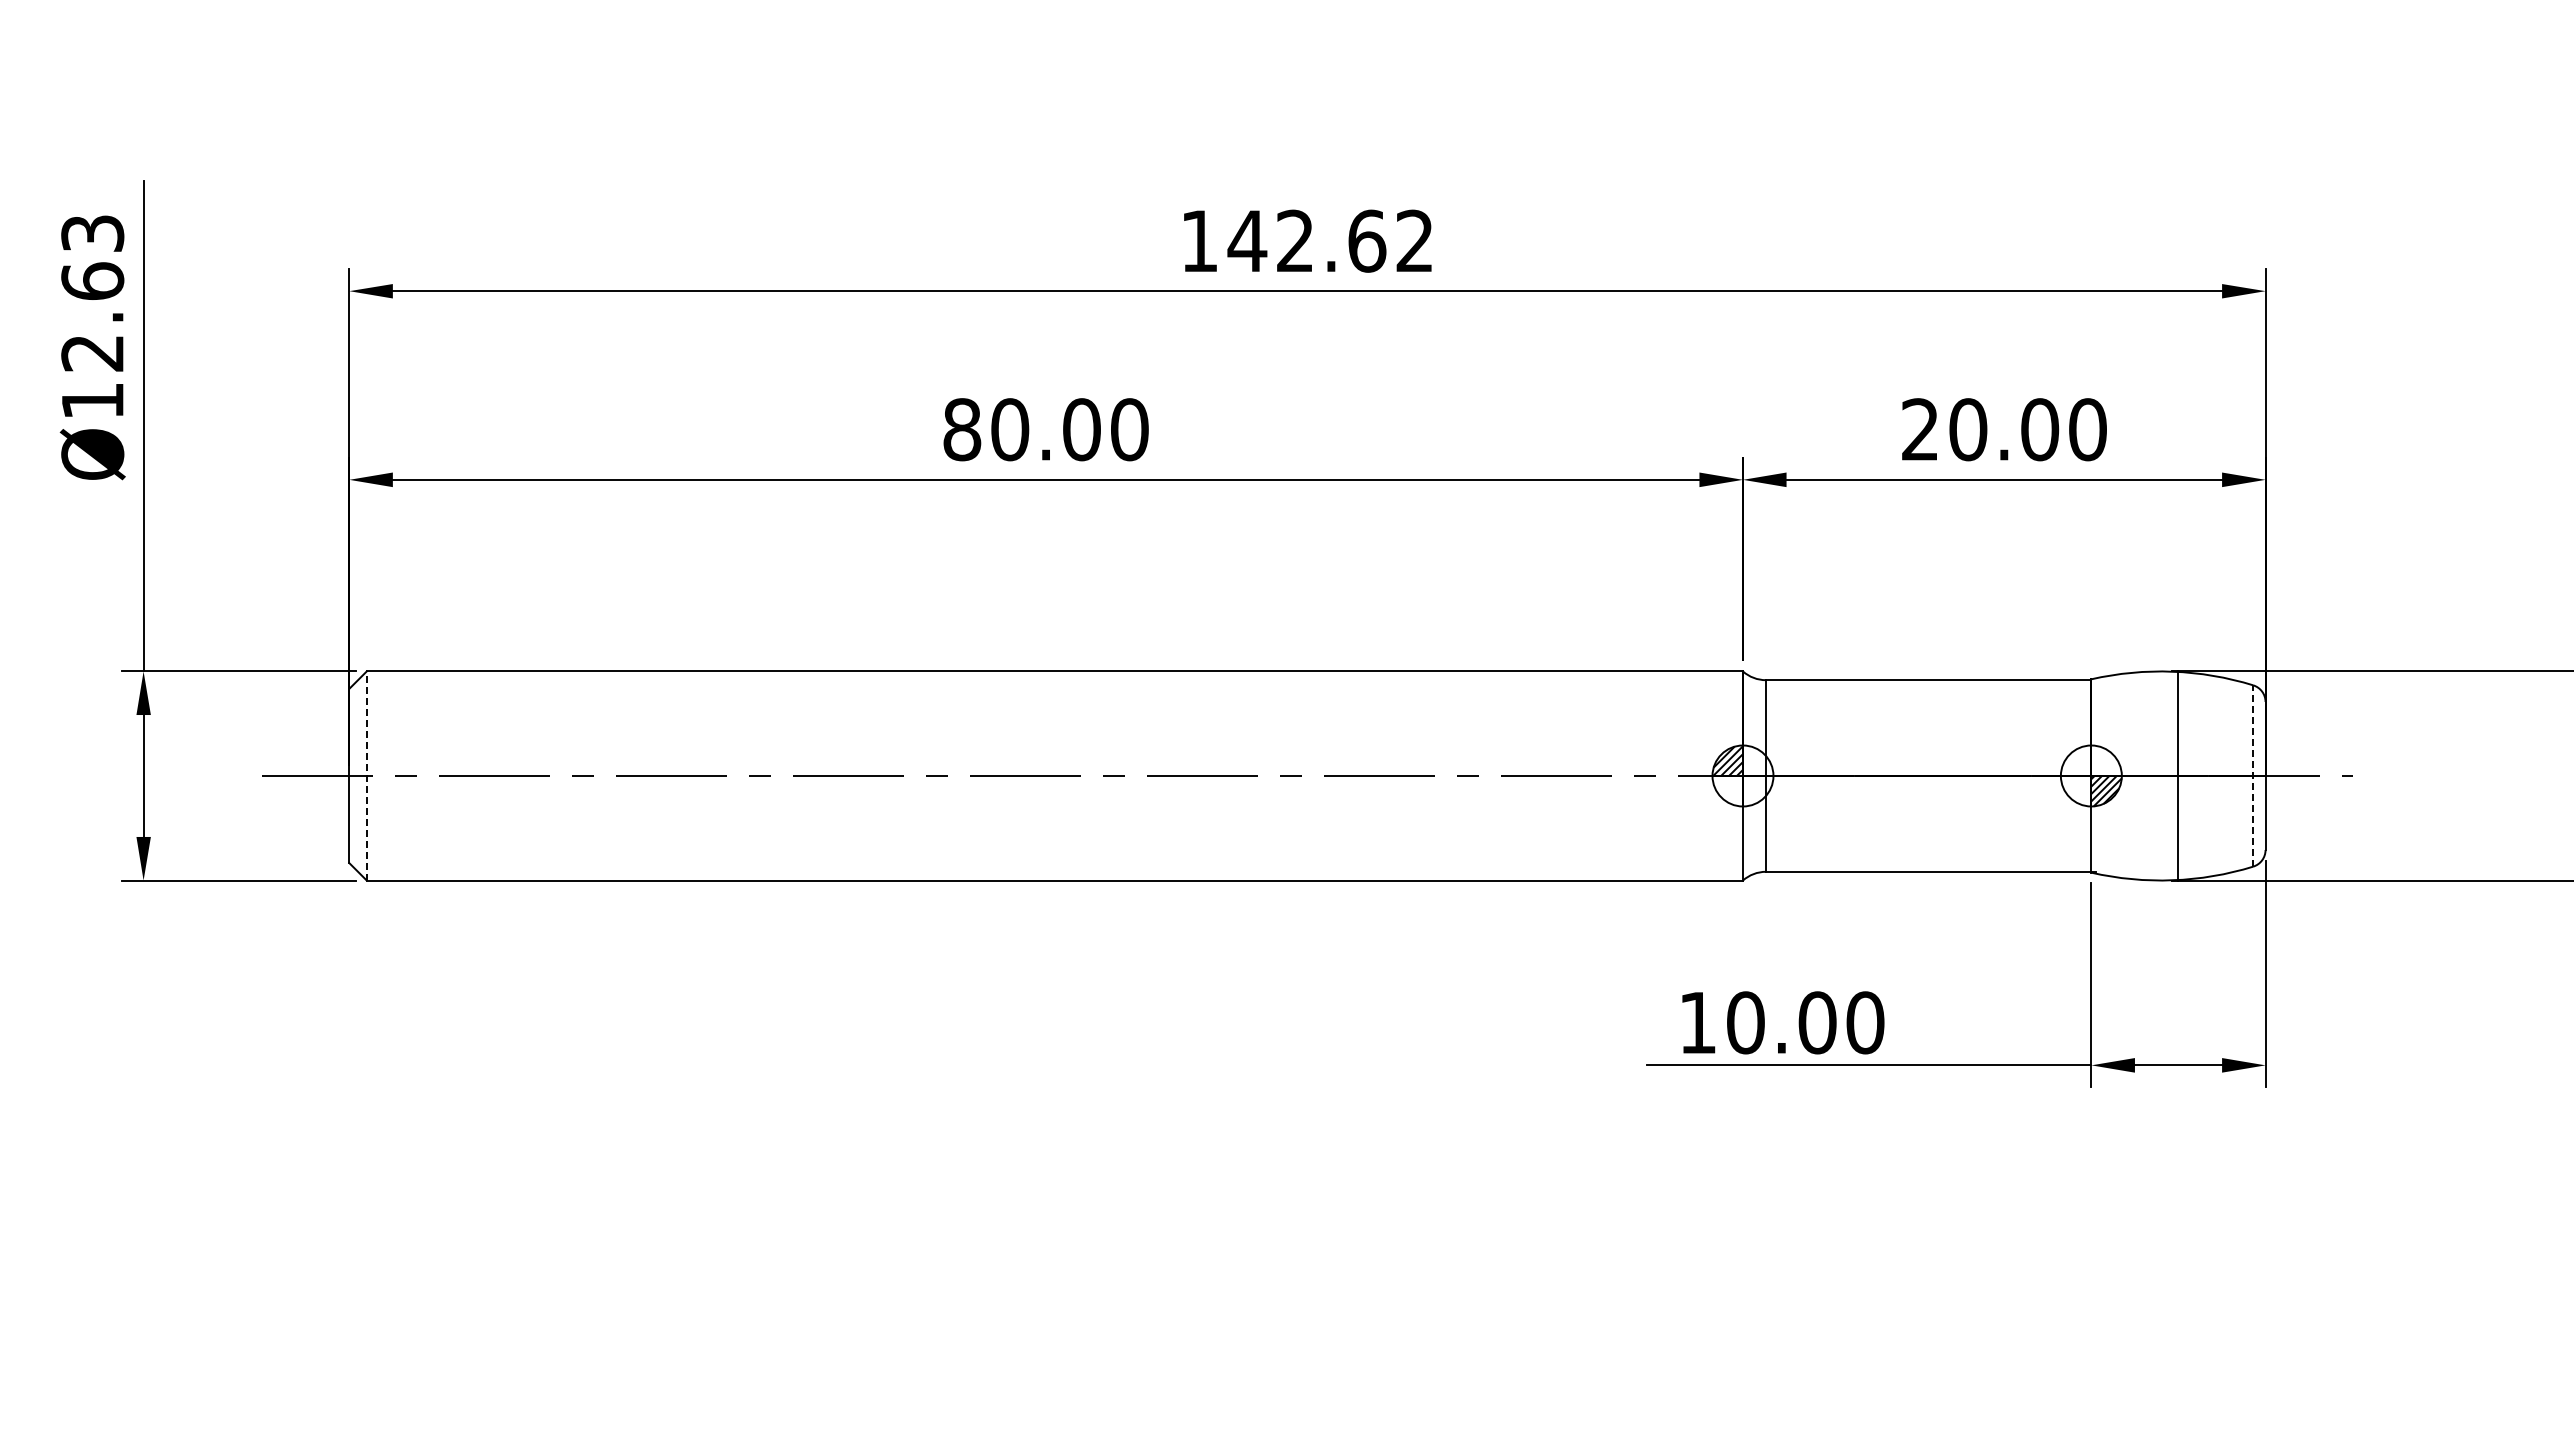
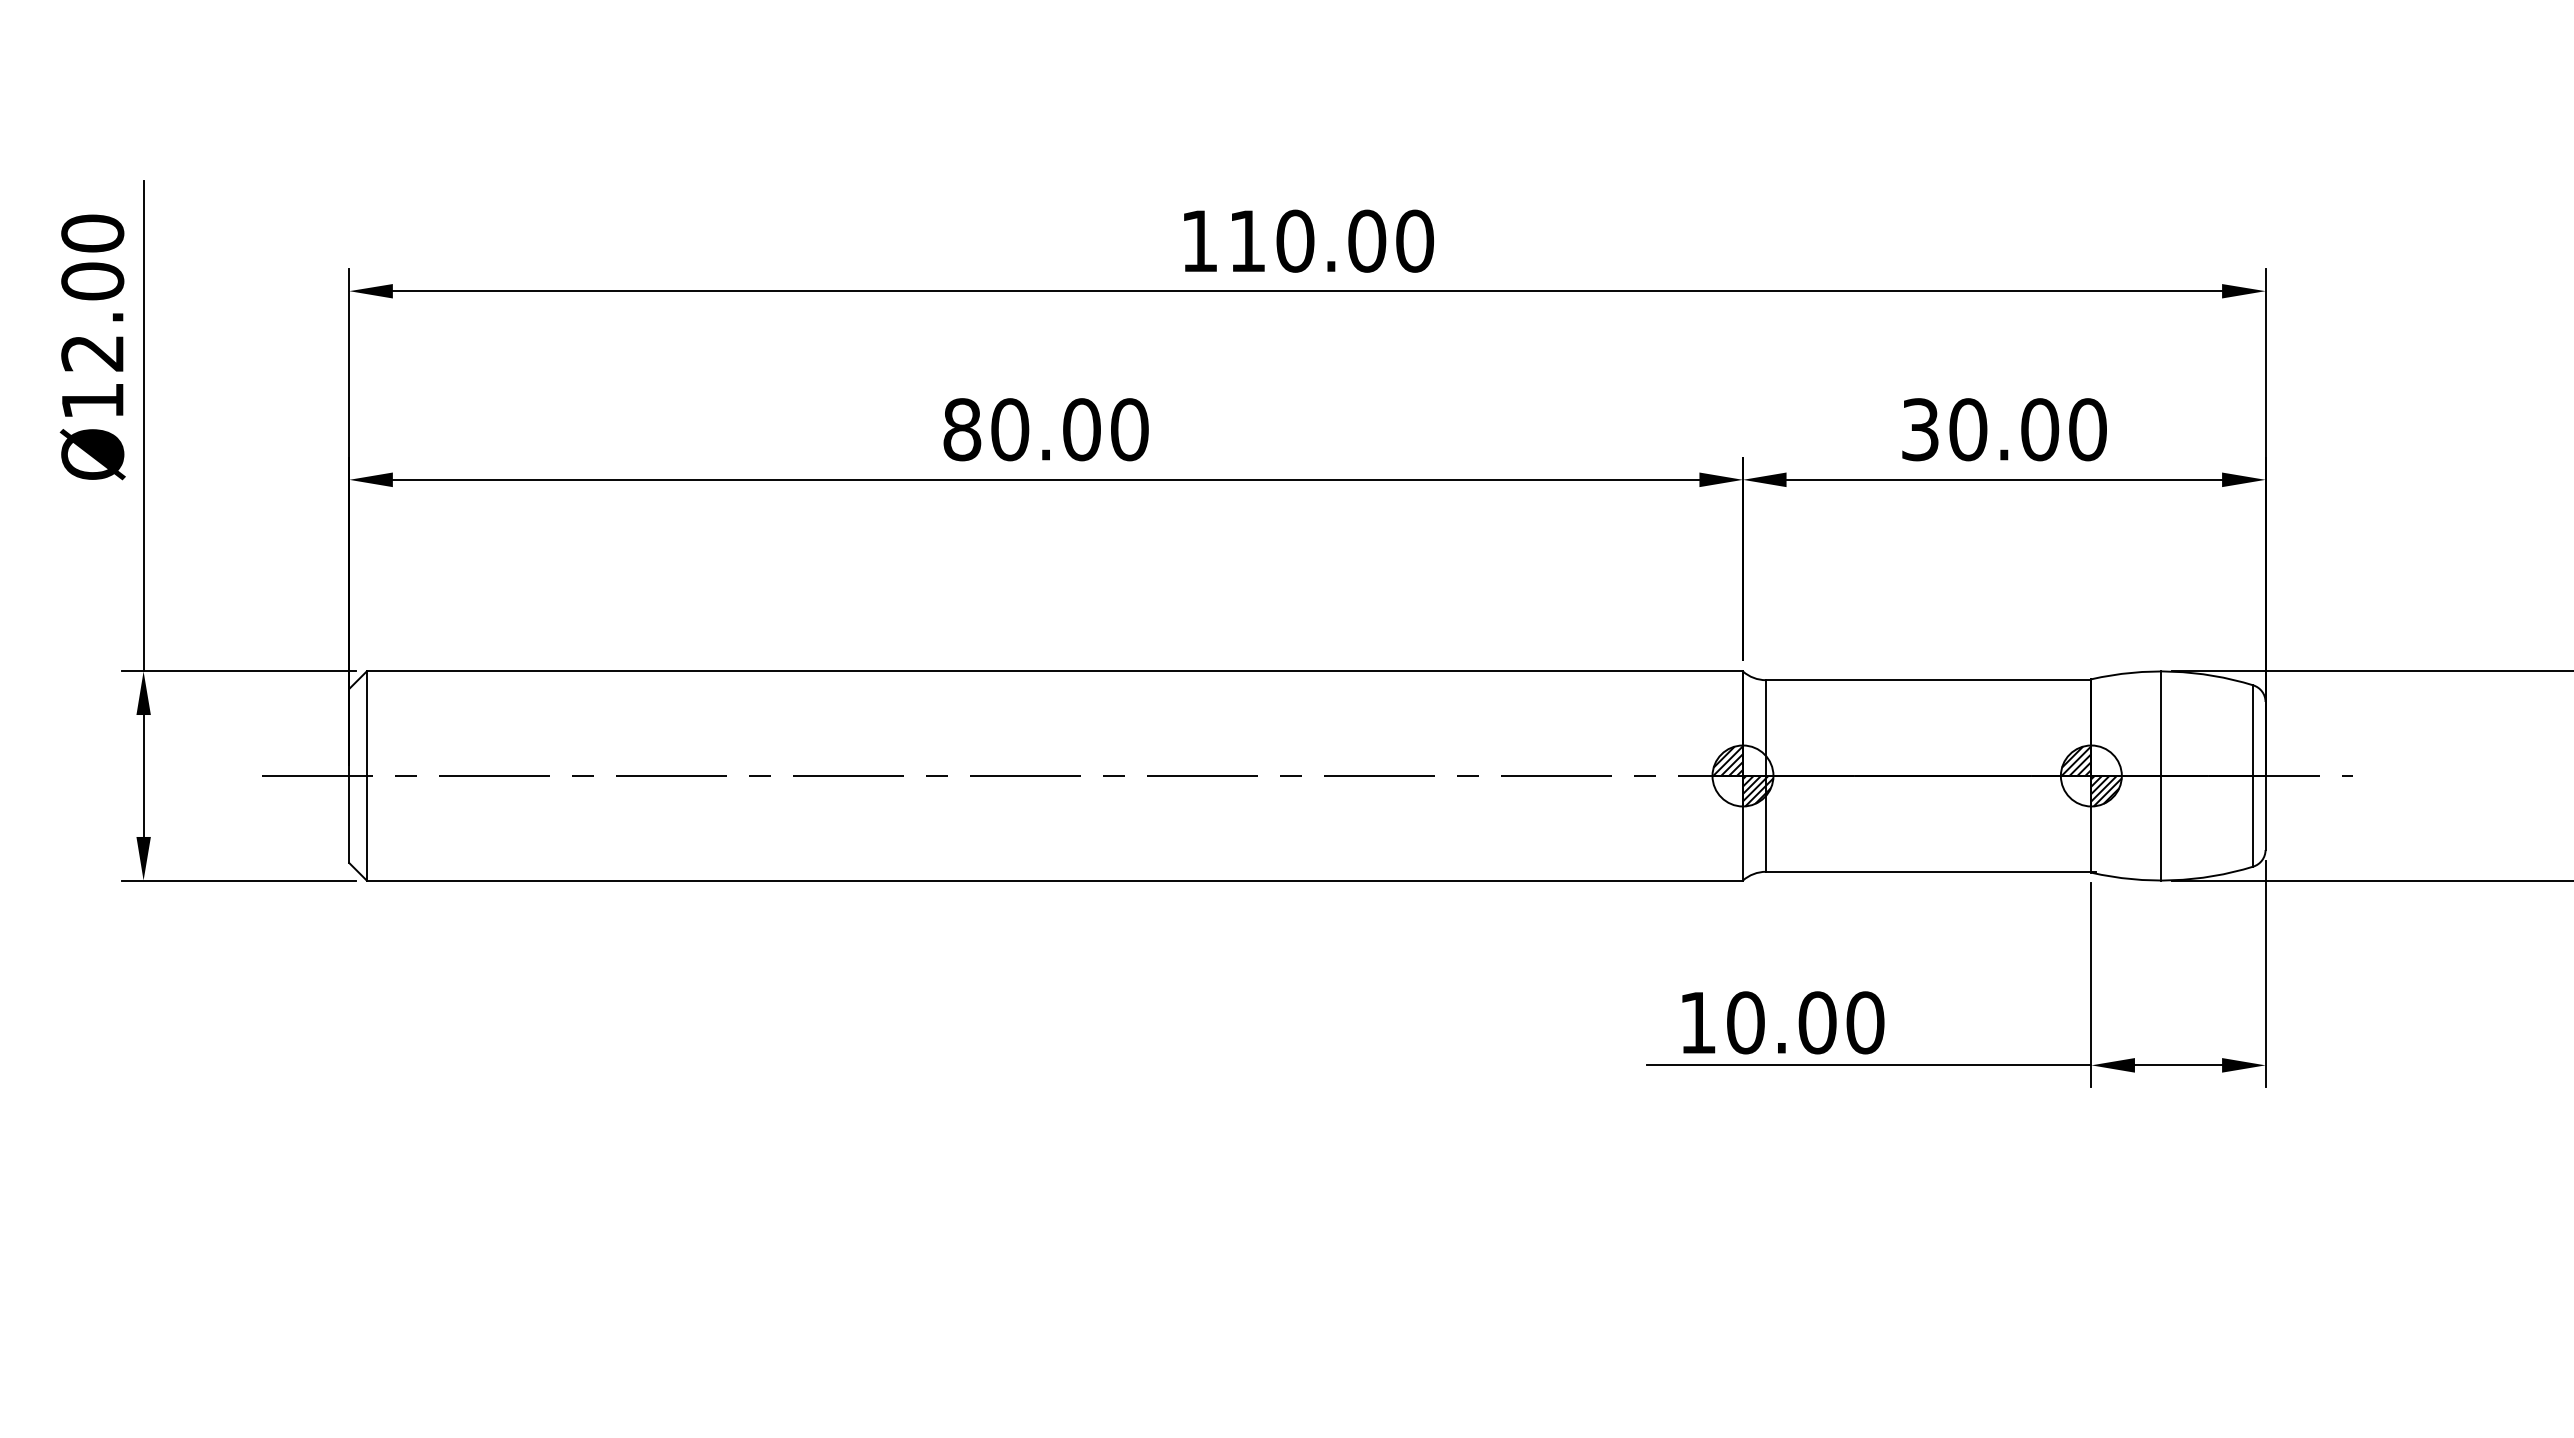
text at (1330, 240): 142.62 -> 110.00
text at (92, 257): Ø12.63 -> Ø12.00
text at (1920, 429): 20.00 -> 30.00
hatch at (2076, 761): none -> present
line at (2178, 775) position: (2178, 775) -> (2161, 775)
line at (366, 776): dashed -> solid
line at (2253, 776): dashed -> solid
hatch at (1757, 791): none -> present
